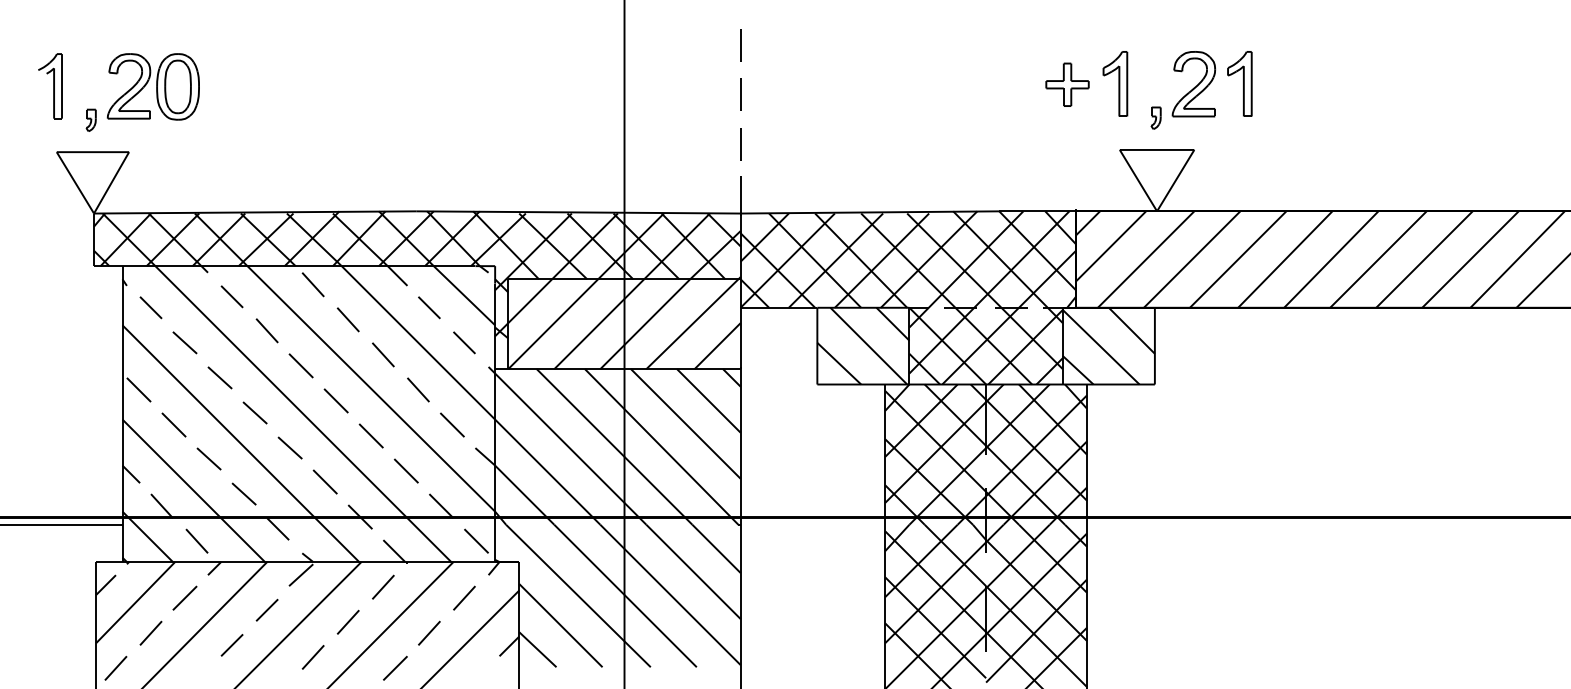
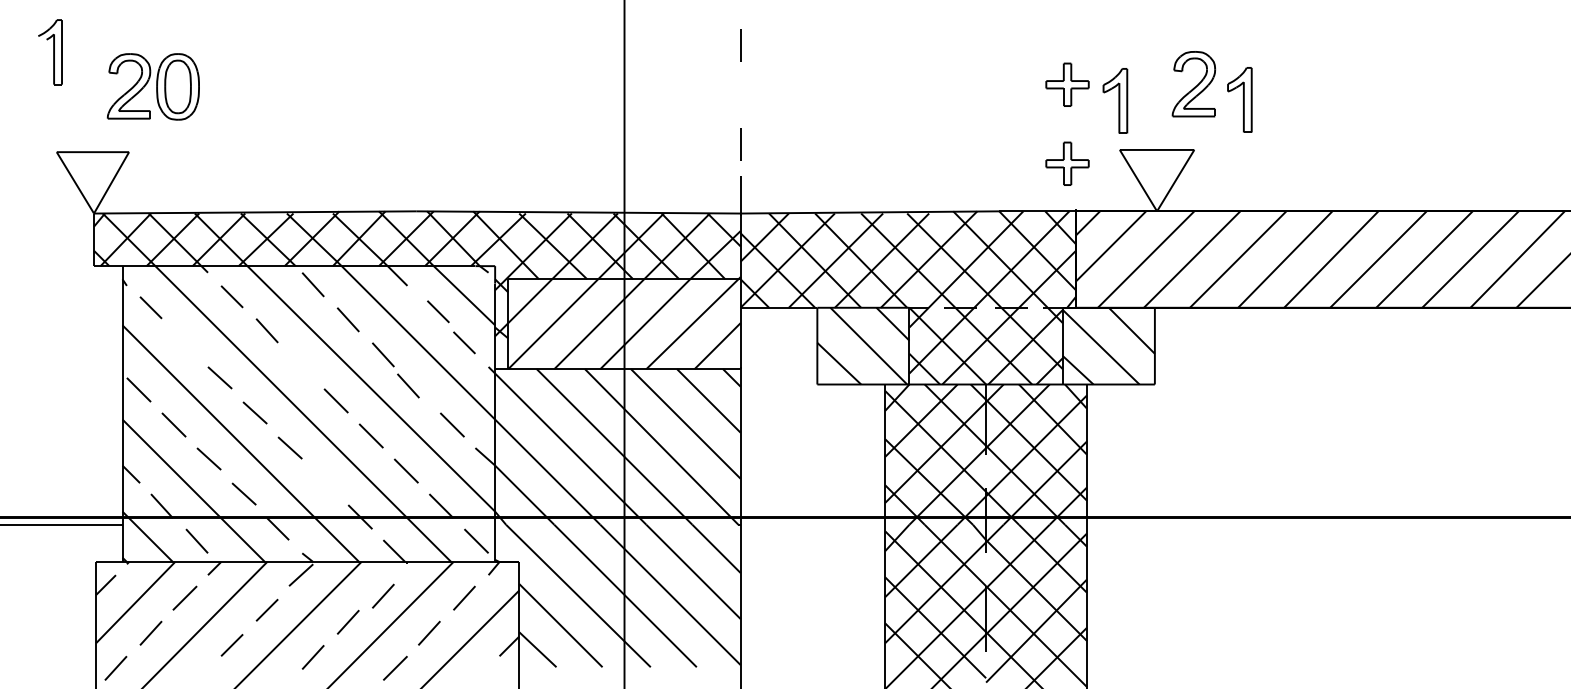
part at (1115, 83) position: (1115, 83) -> (1115, 100)
part at (1239, 83) position: (1239, 83) -> (1239, 99)
part at (50, 86) position: (50, 86) -> (50, 52)
line at (740, 94): present -> none
part at (1155, 117): present -> none
part at (90, 119): present -> none
part at (1067, 163): none -> present
line at (429, 307) position: (429, 307) -> (438, 311)
line at (184, 342): present -> none
line at (300, 365): present -> none
line at (418, 389) position: (418, 389) -> (408, 385)
line at (324, 481): present -> none
line at (383, 586) position: (383, 586) -> (383, 595)
